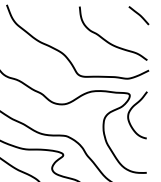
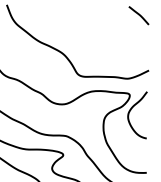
curve at (107, 40): present -> none
